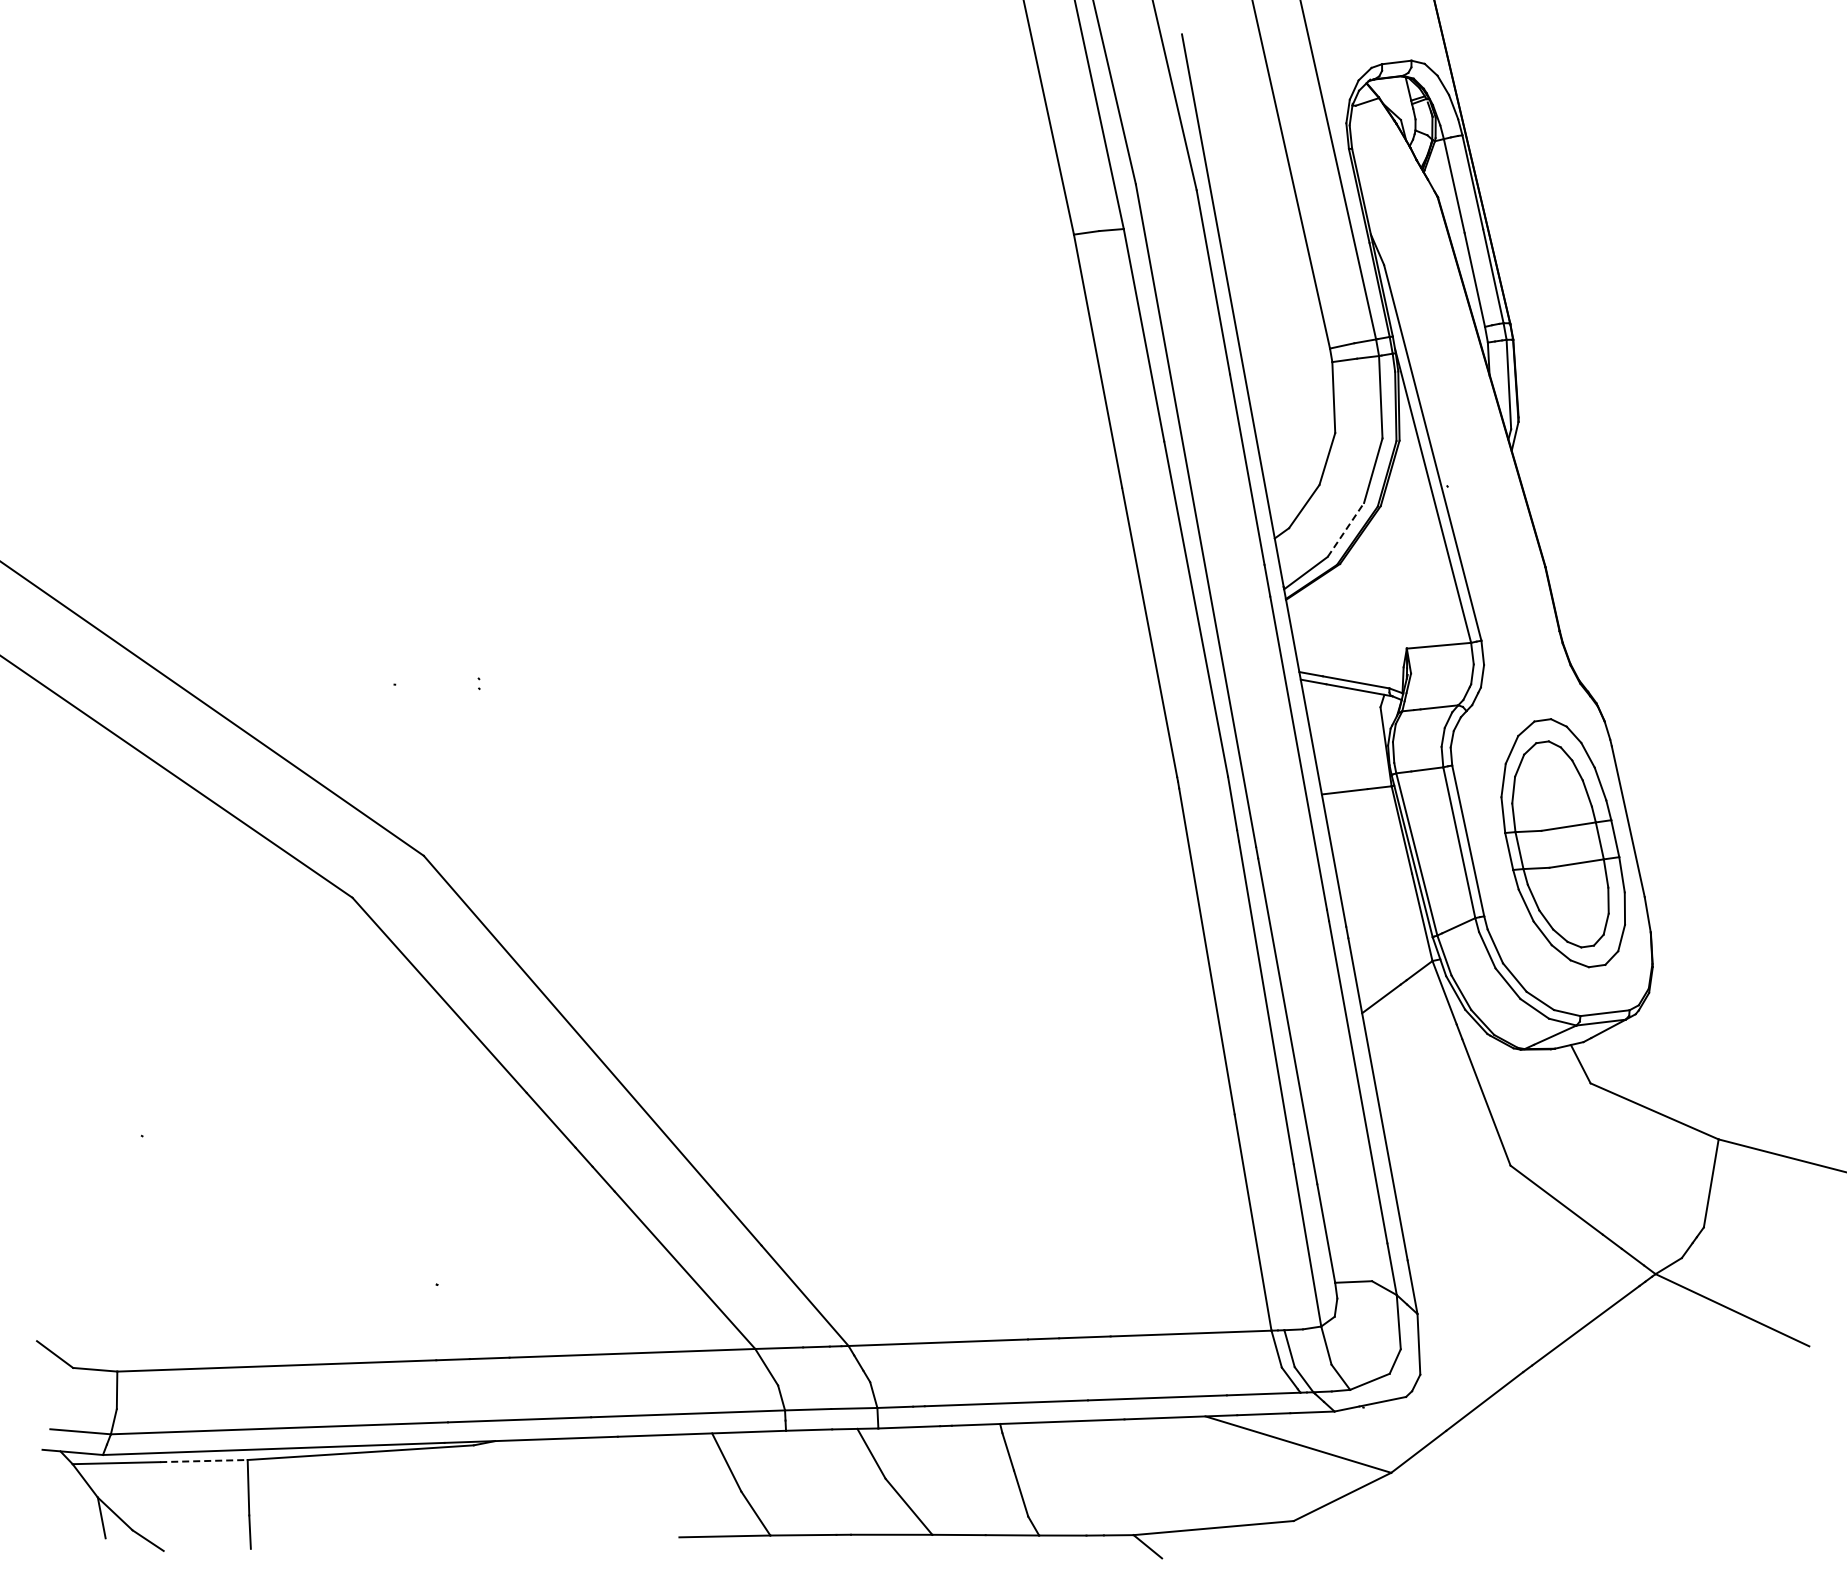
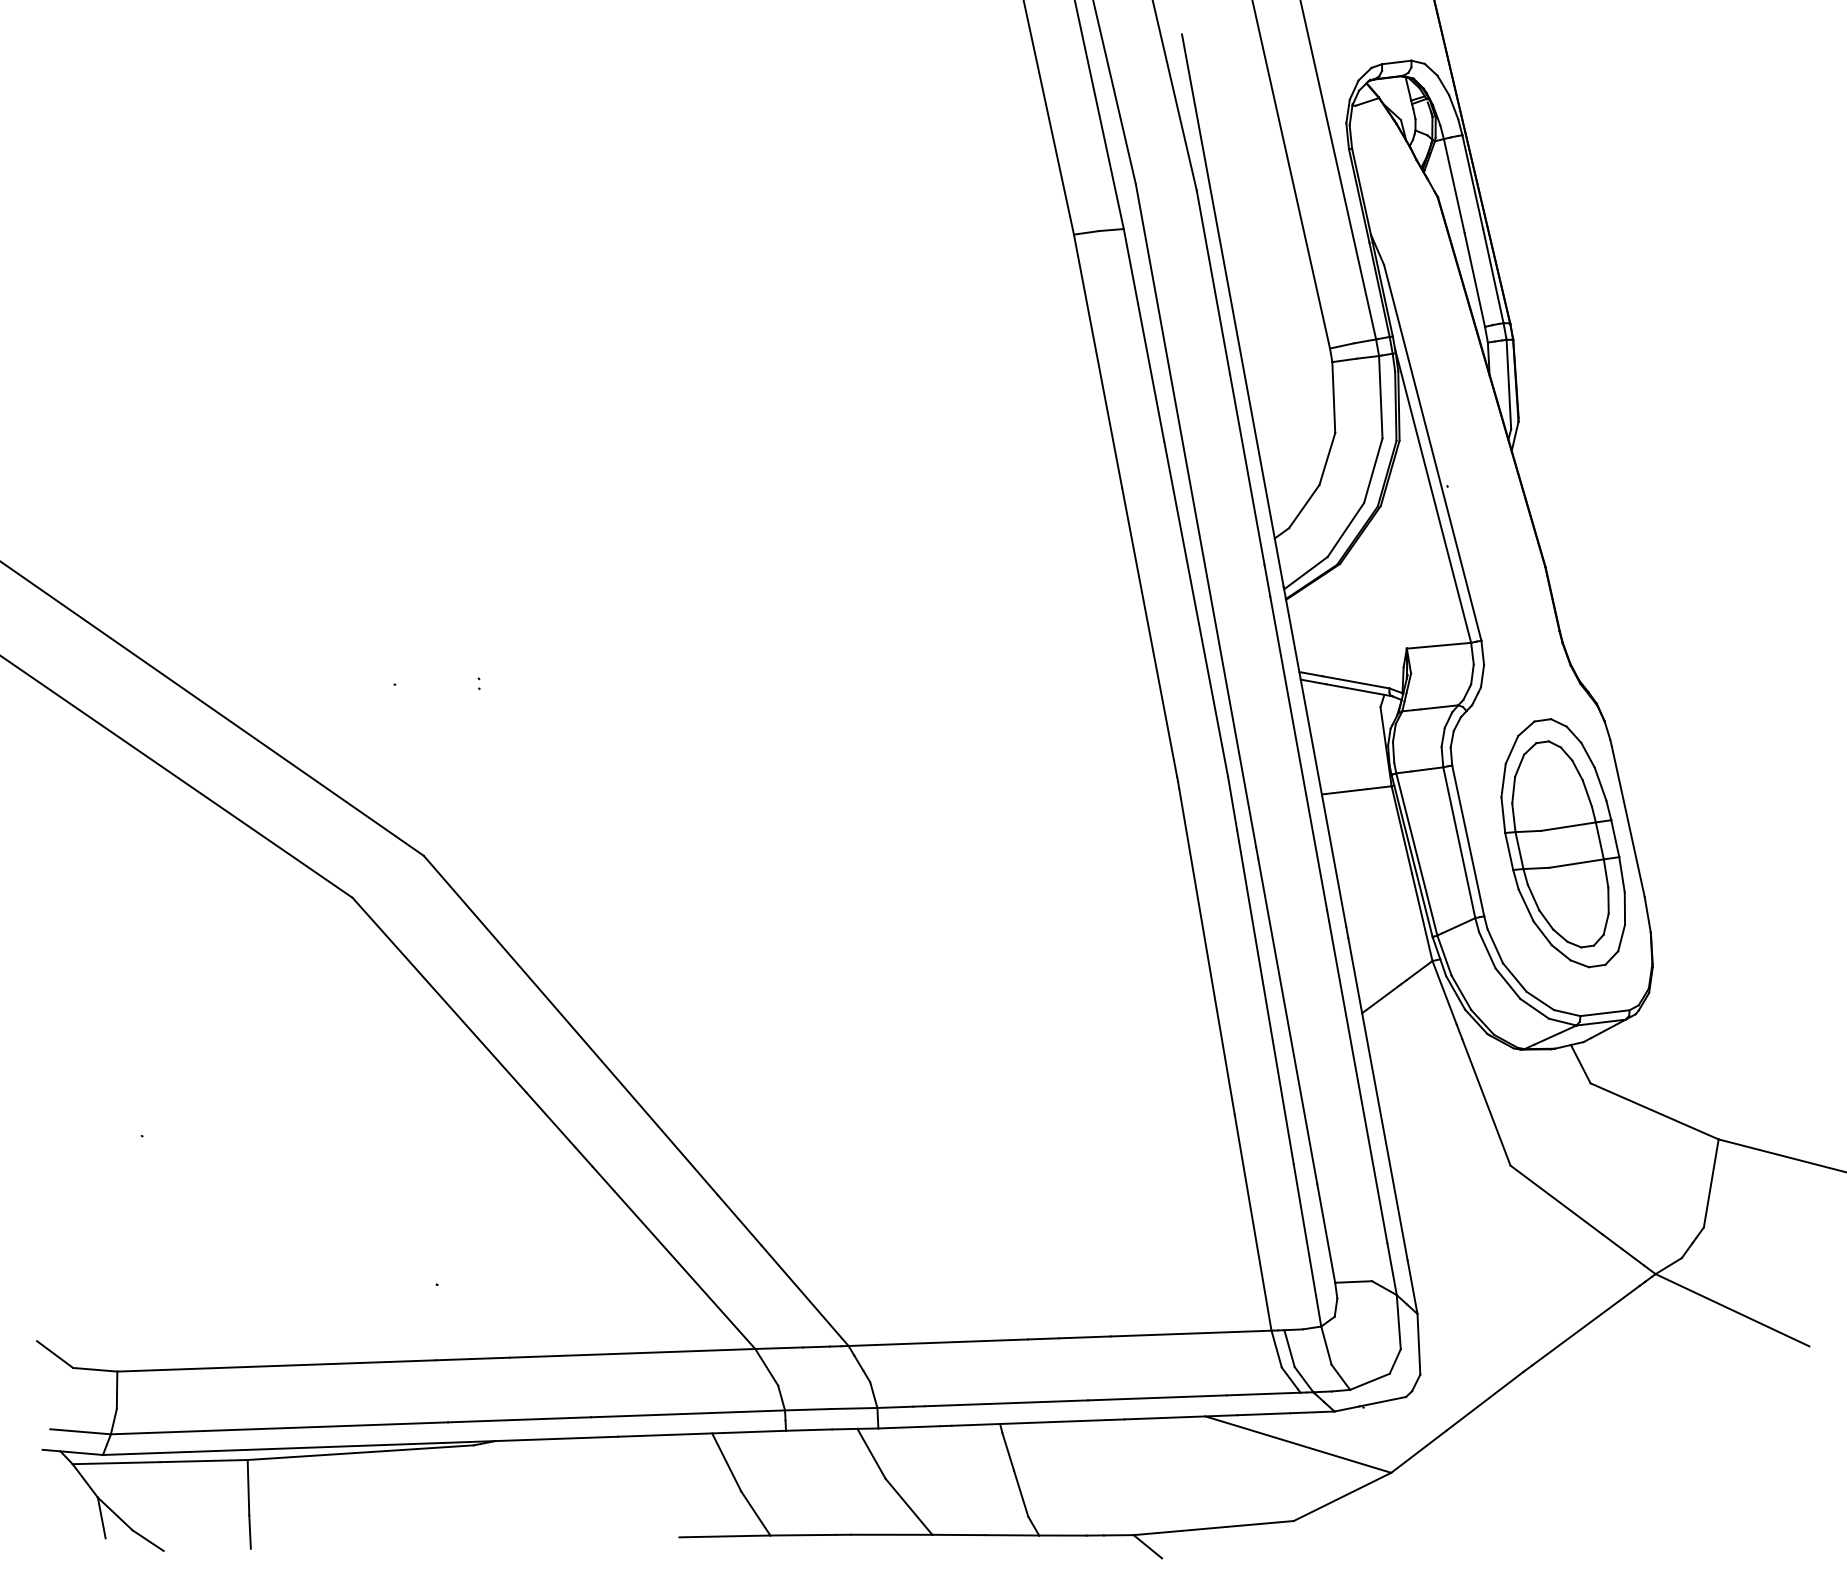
line at (1345, 529): dashed -> solid
line at (203, 1461): dashed -> solid
